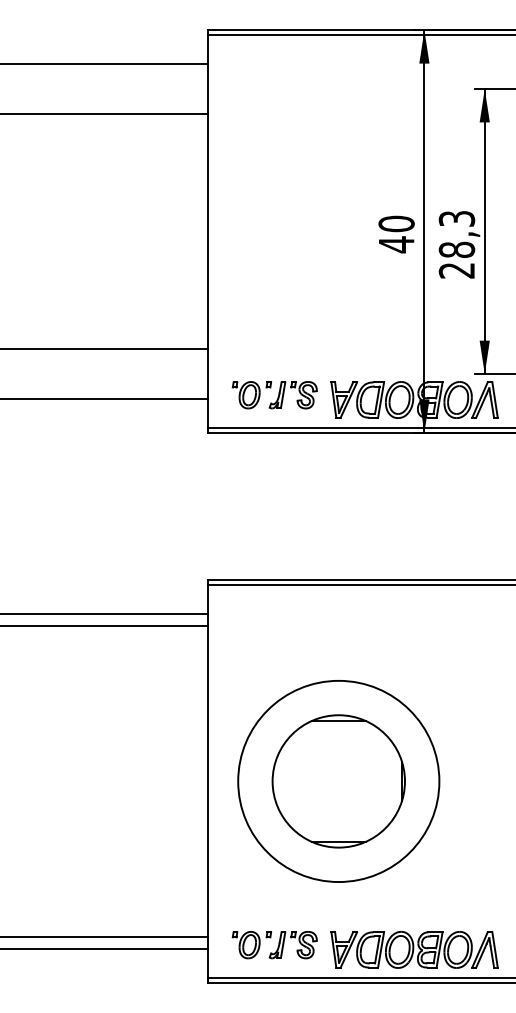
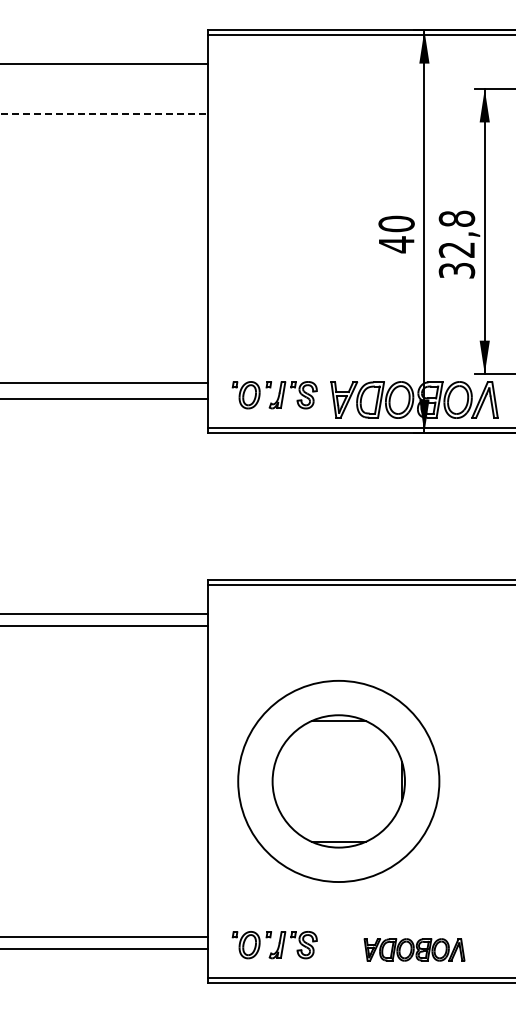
line at (104, 114): solid -> dashed
text at (456, 244): 28,3 -> 32,8
line at (105, 348) position: (105, 348) -> (105, 382)
part at (414, 949) size: 169x38 px -> 103x24 px
